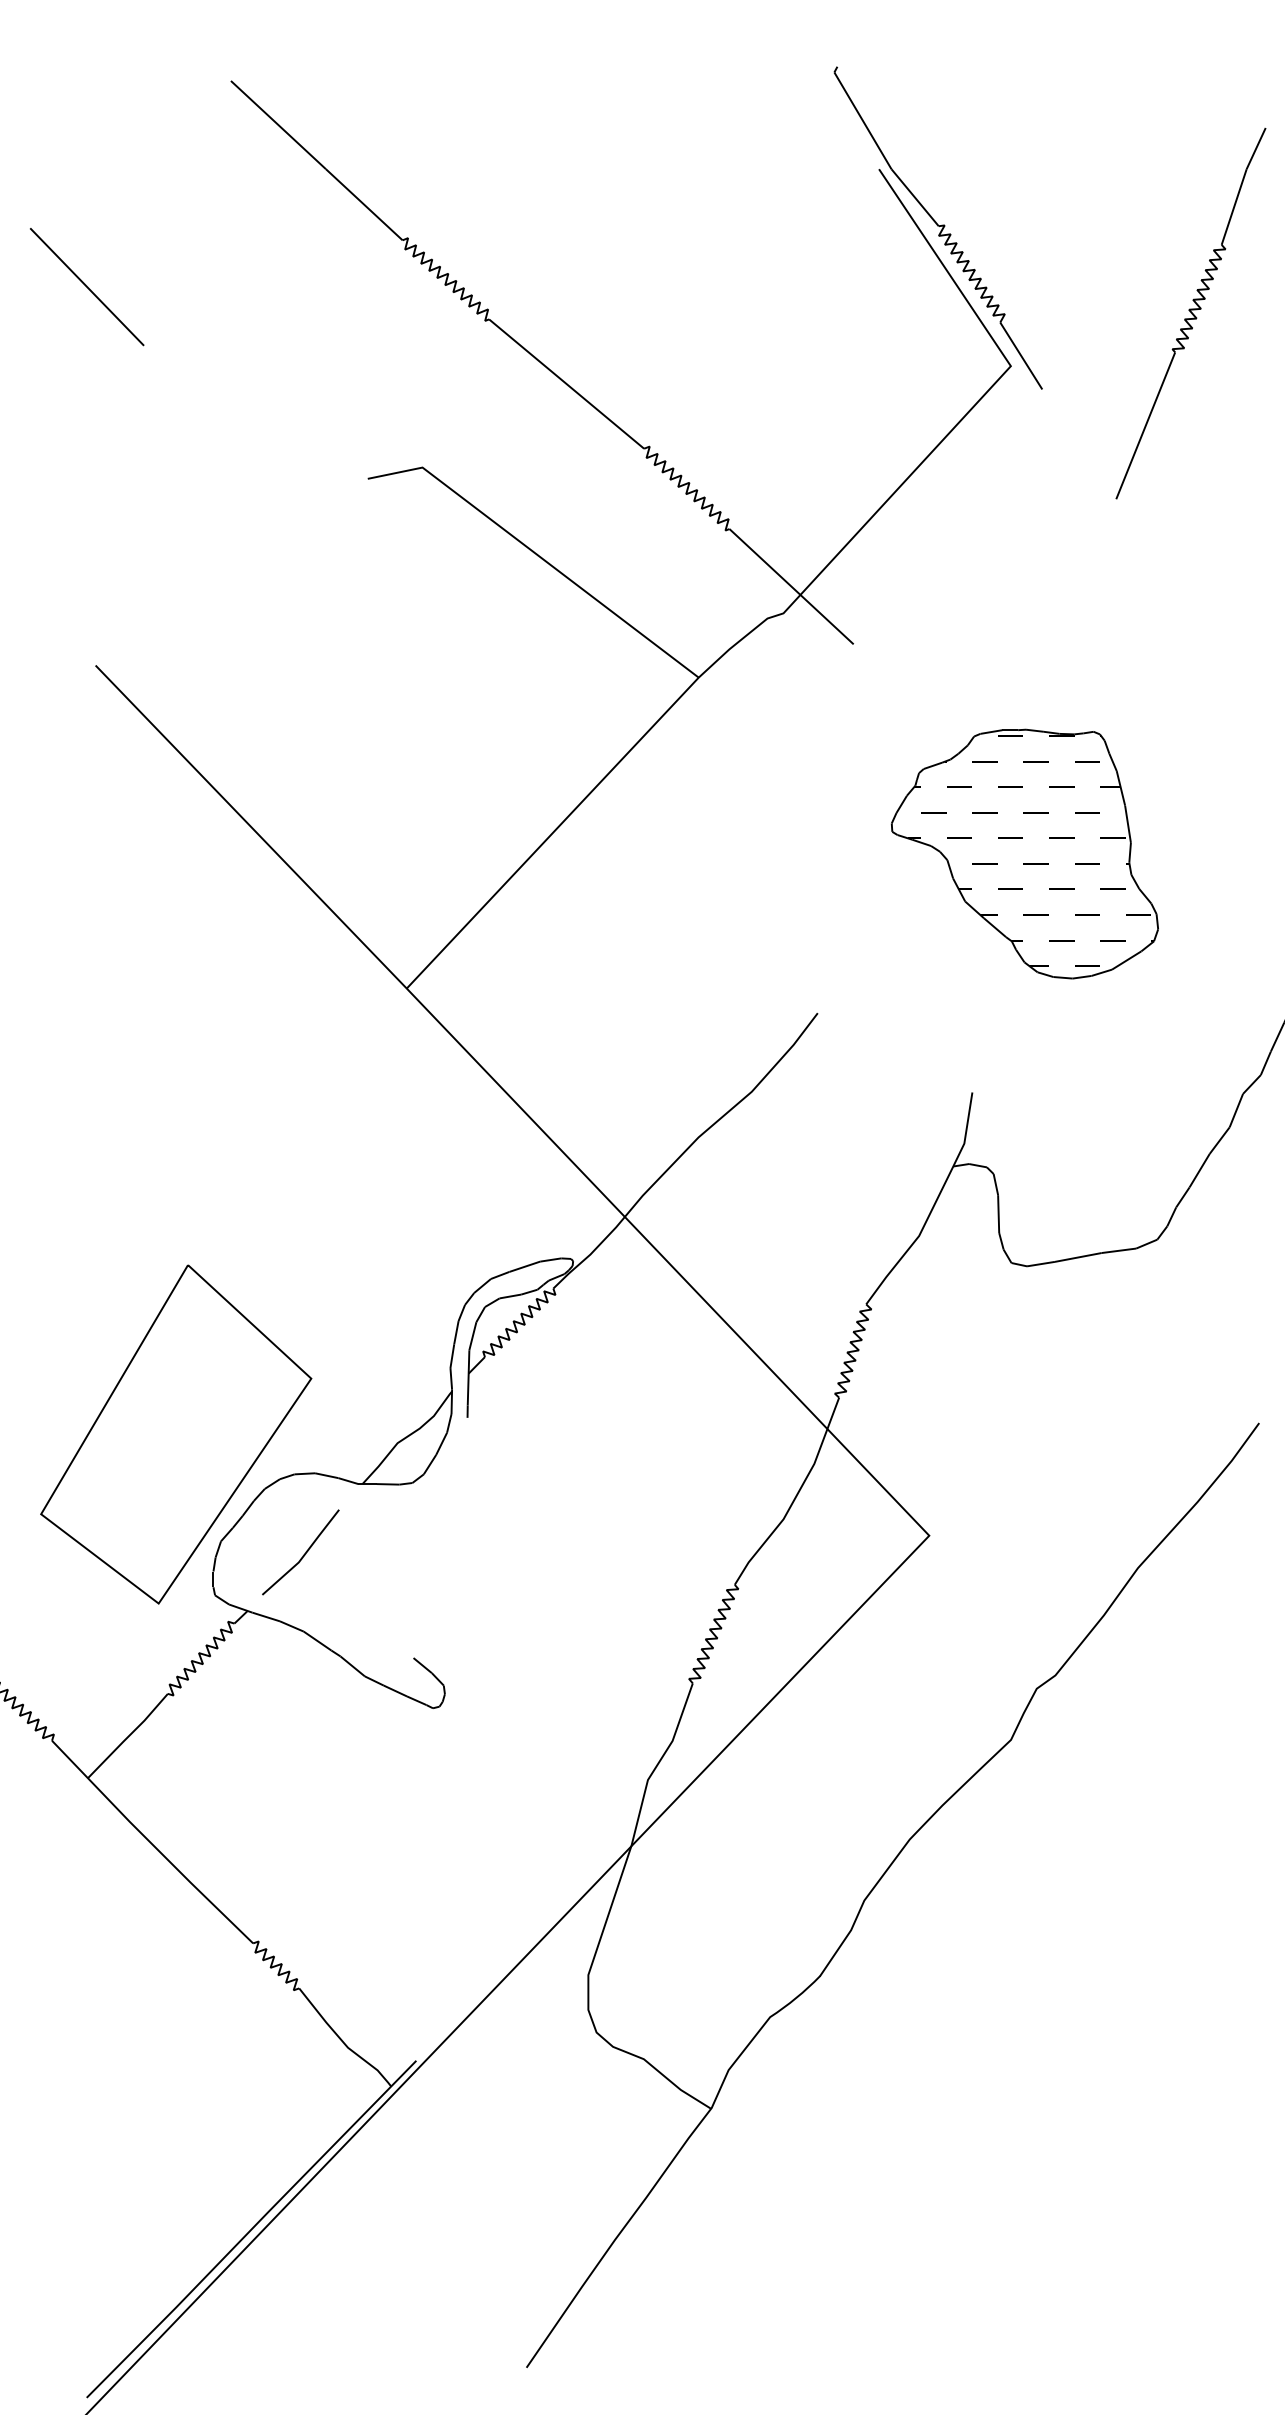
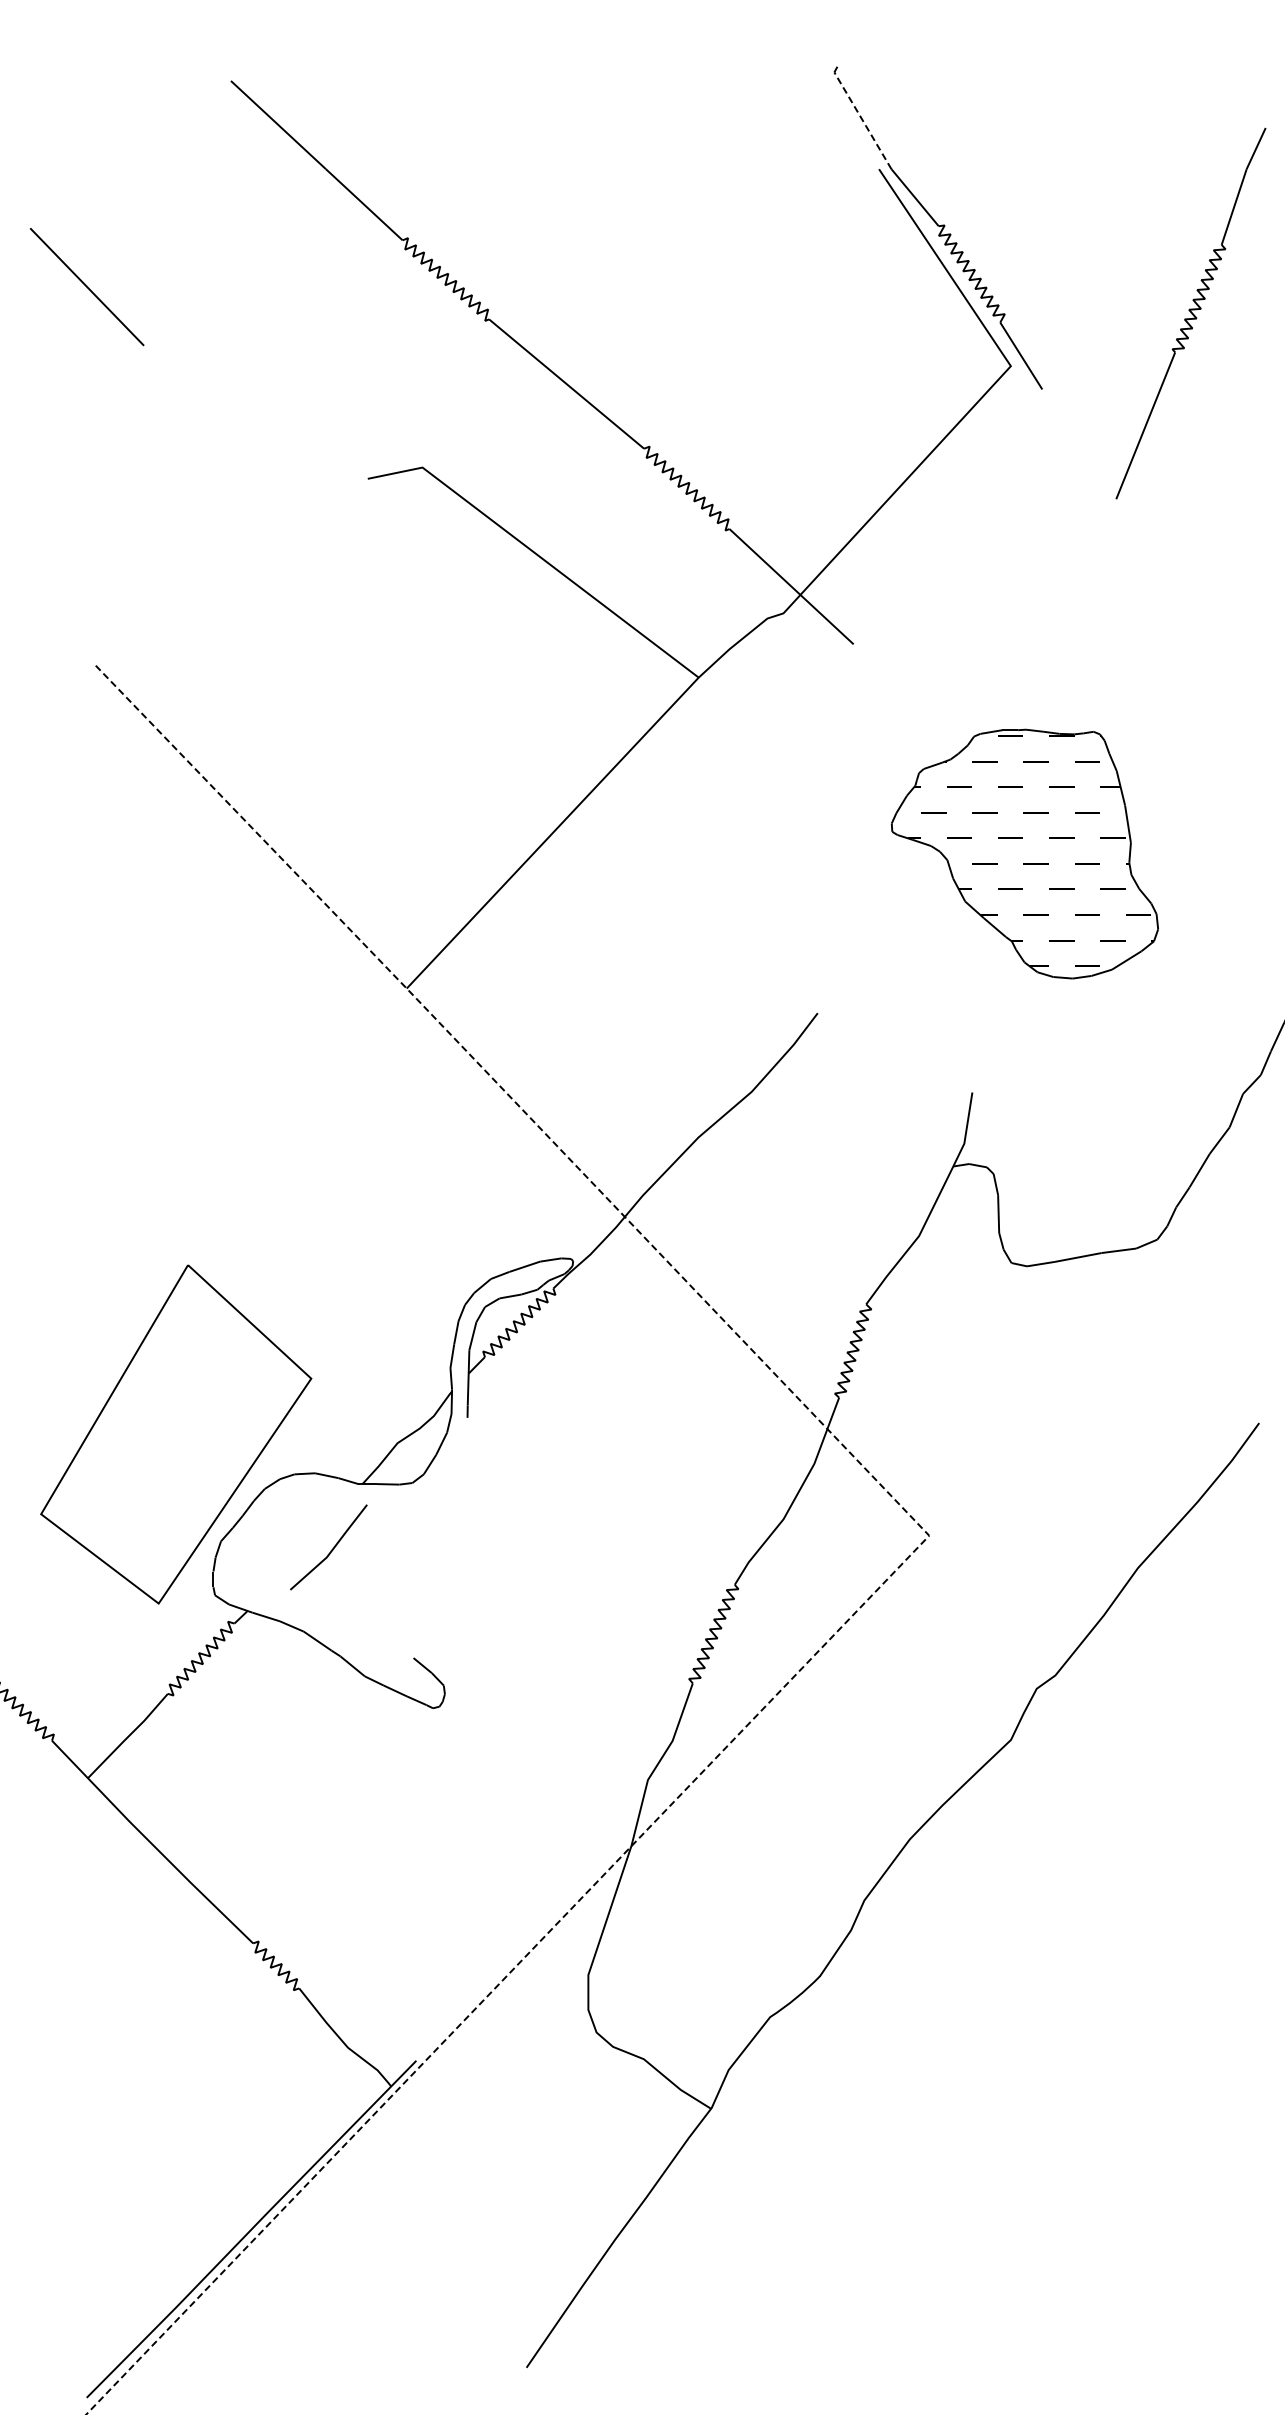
line at (862, 120): solid -> dashed
line at (925, 1539): solid -> dashed
line at (303, 1554) position: (303, 1554) -> (331, 1549)
